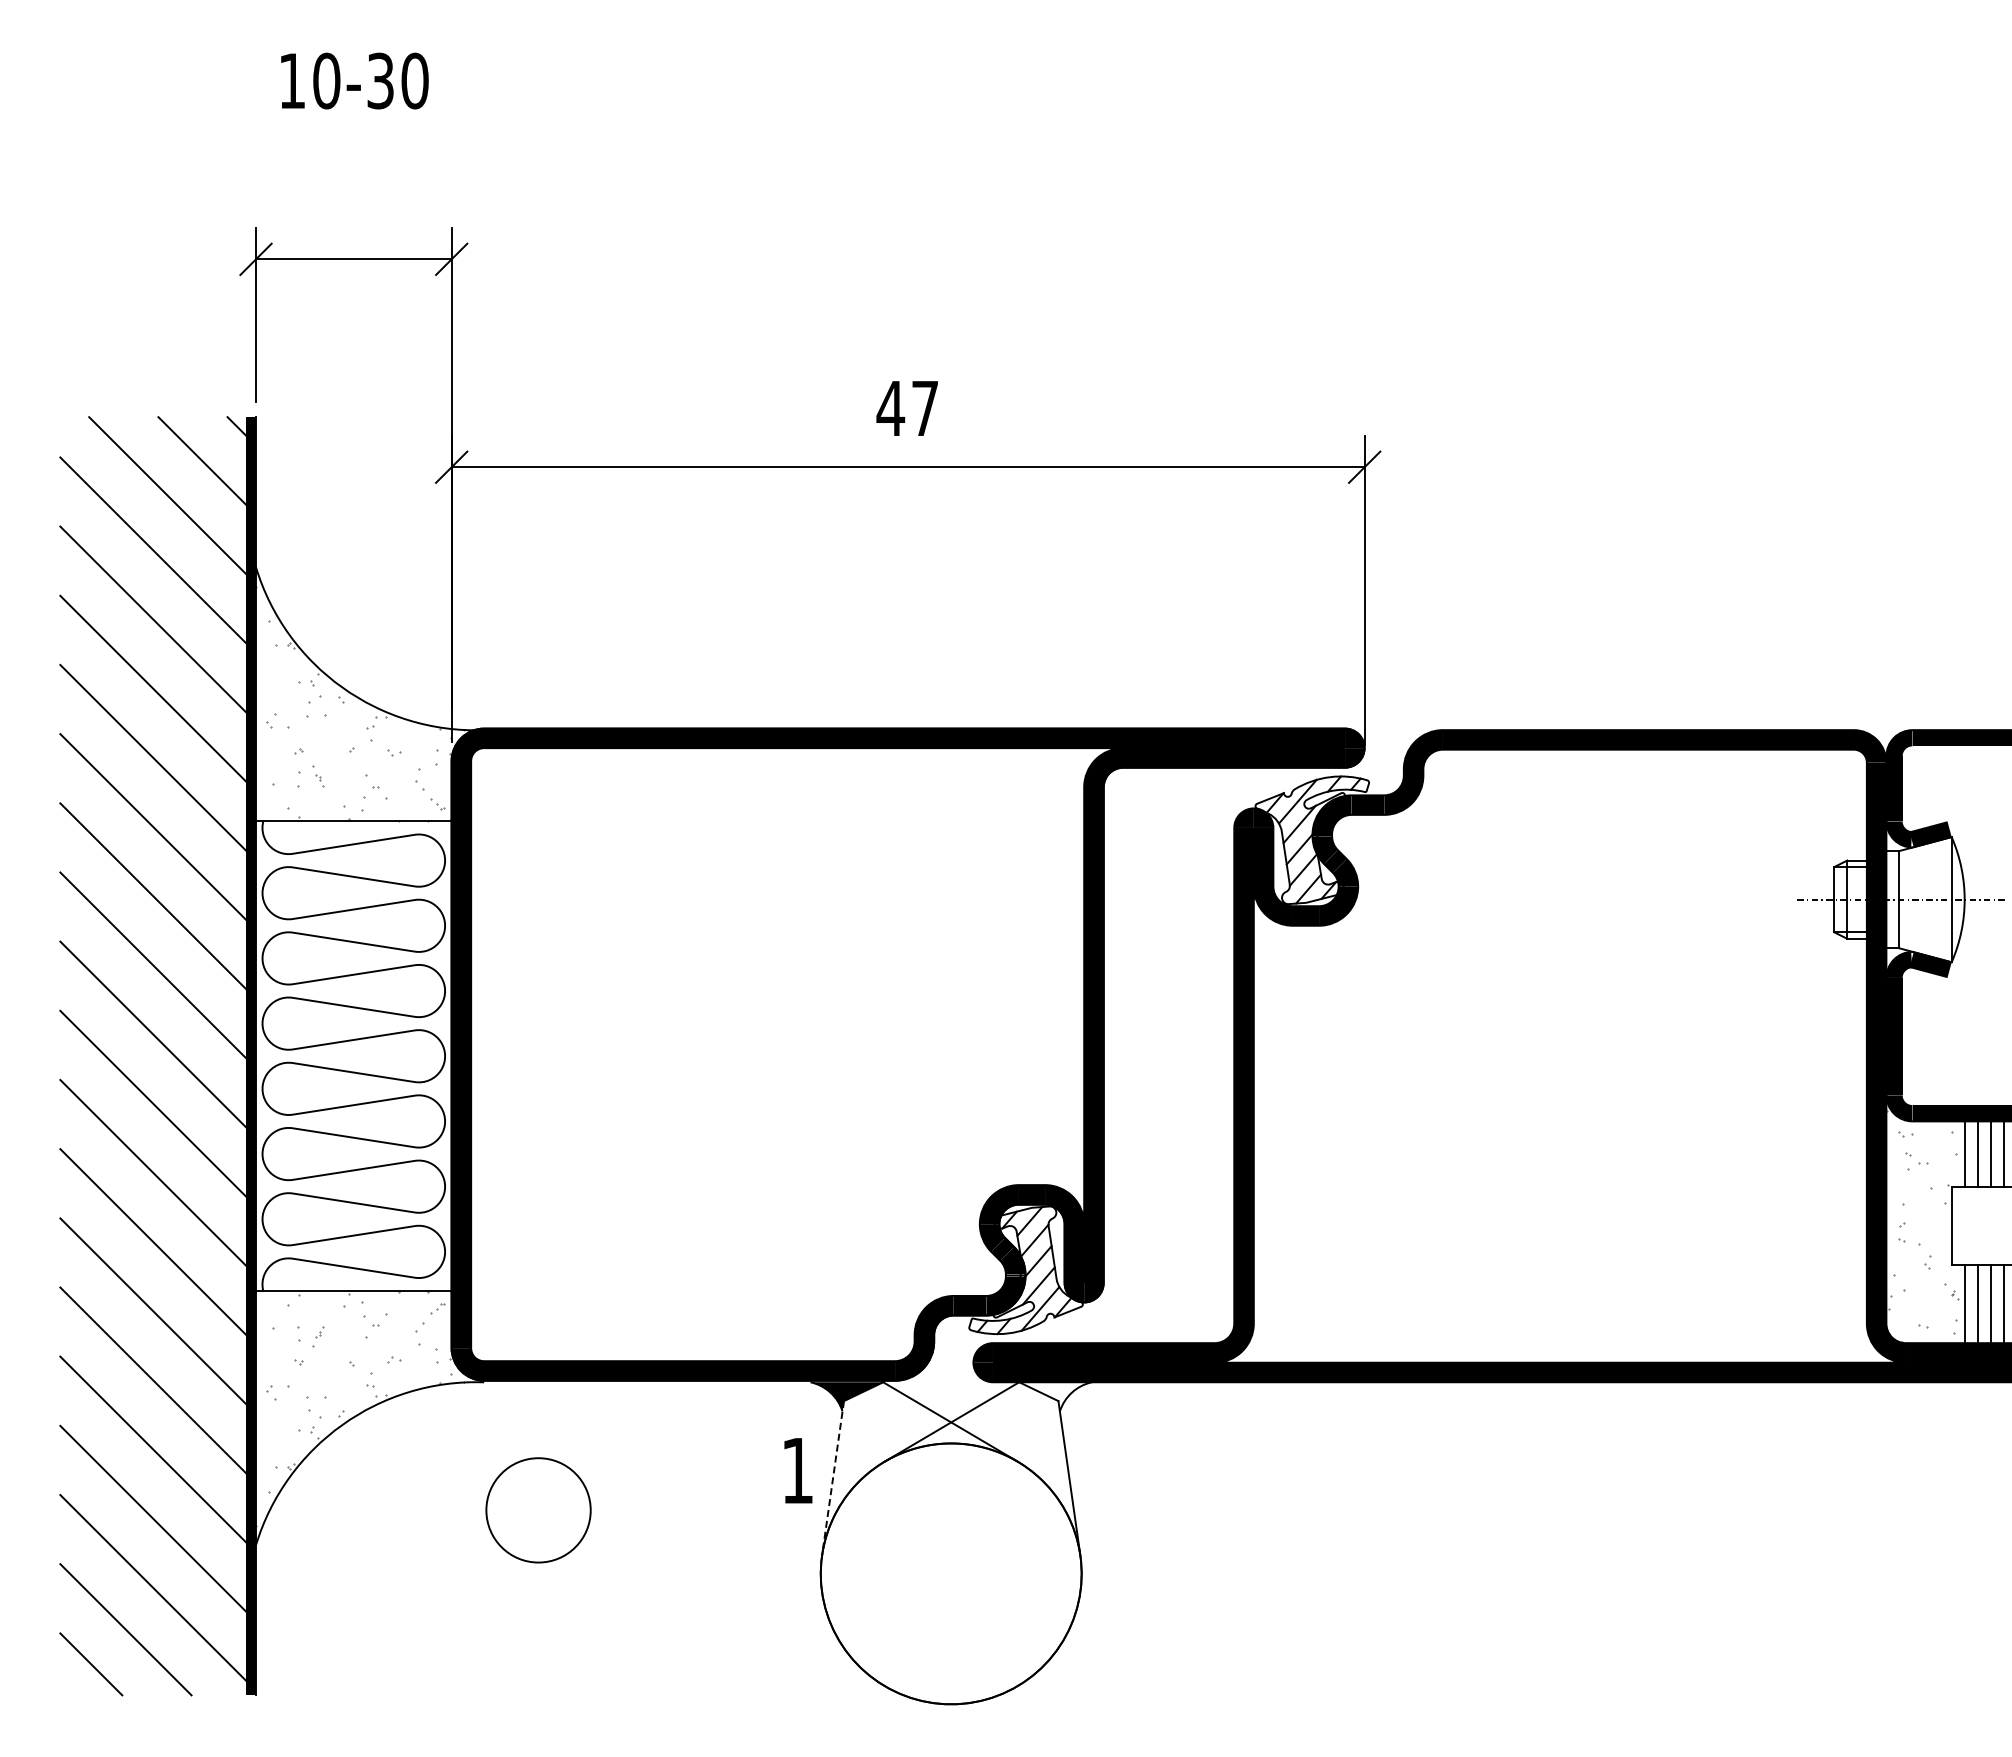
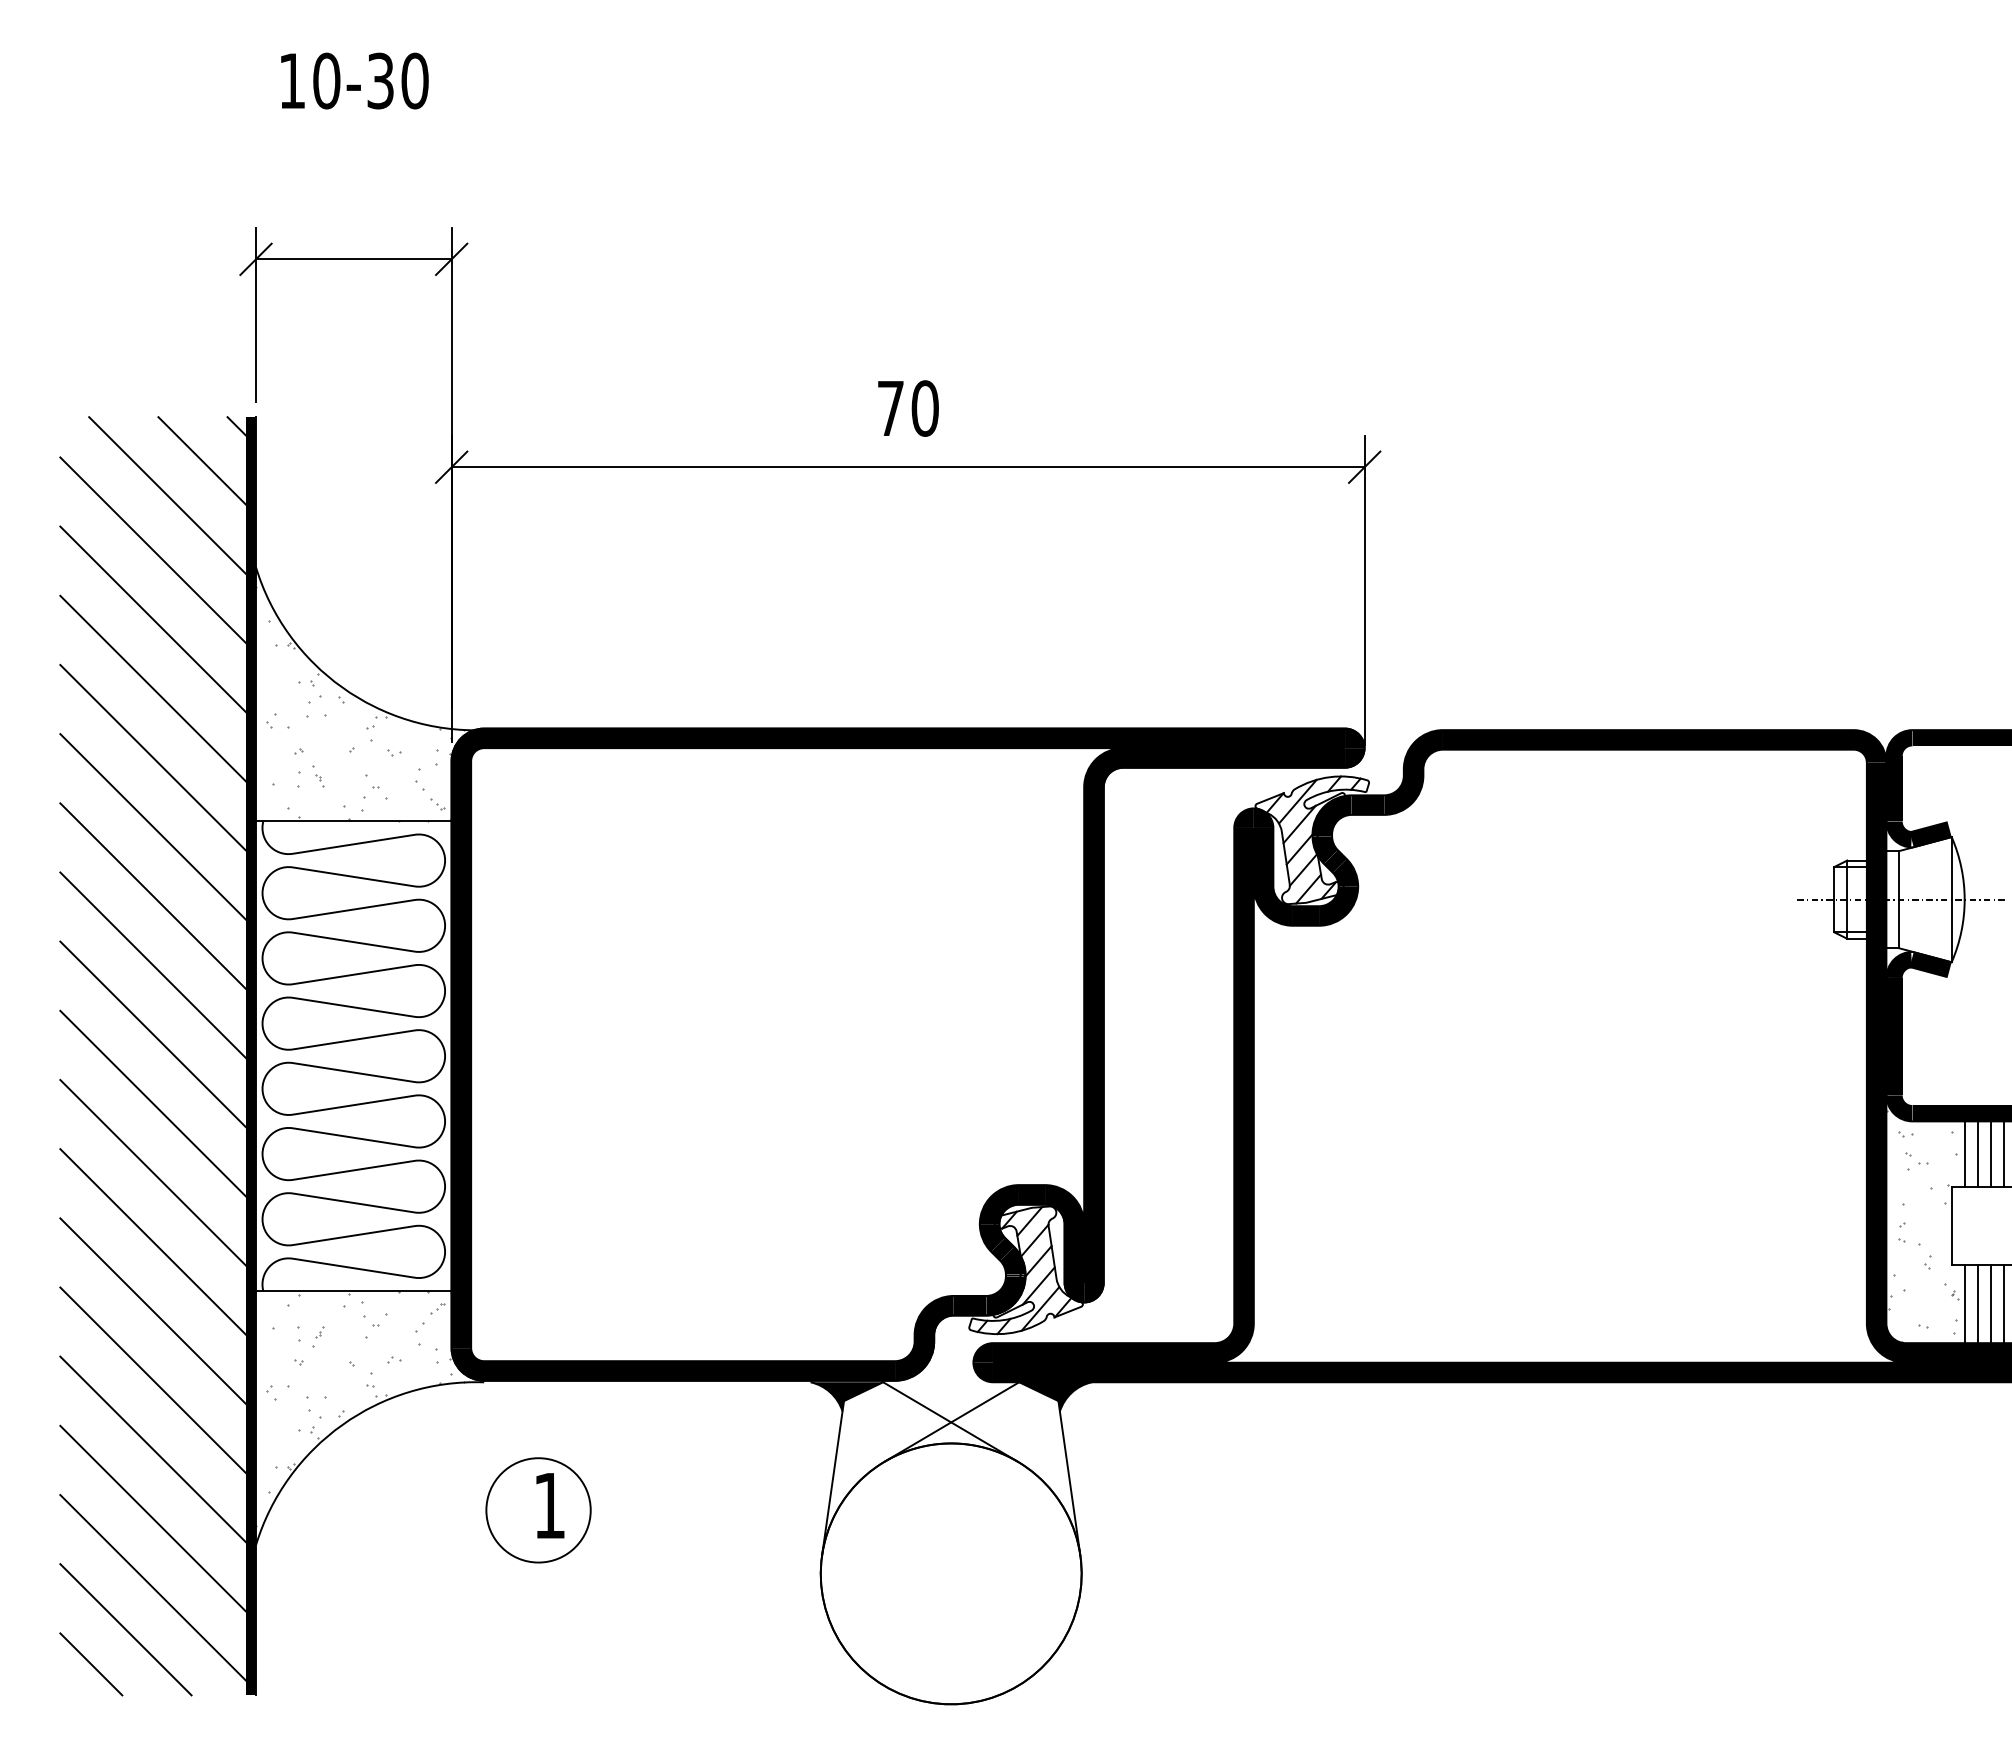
text at (907, 408): 47 -> 70
fill at (1055, 1396): none -> present
text at (798, 1470) position: (798, 1470) -> (550, 1505)
line at (833, 1478): dashed -> solid
